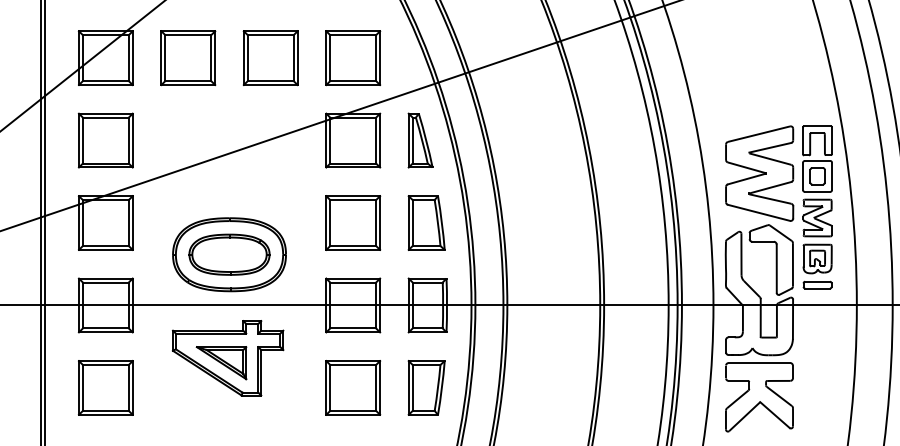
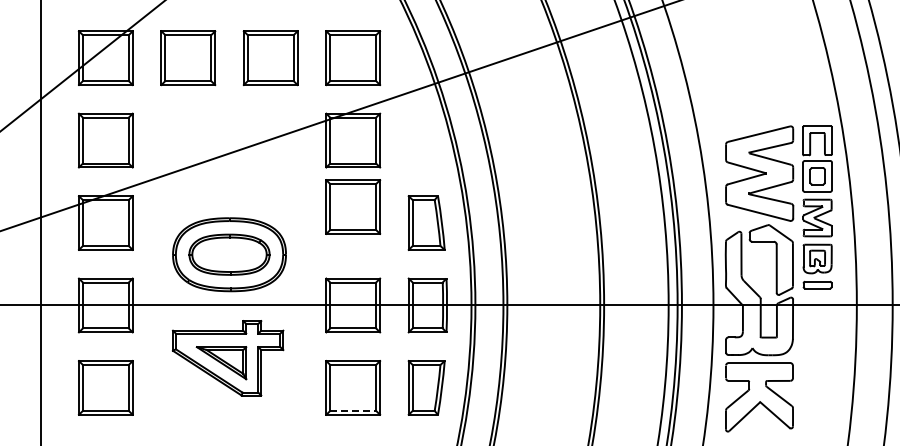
part at (420, 140): present -> none
line at (44, 222): present -> none
part at (353, 222) position: (353, 222) -> (353, 206)
line at (353, 410): solid -> dashed
